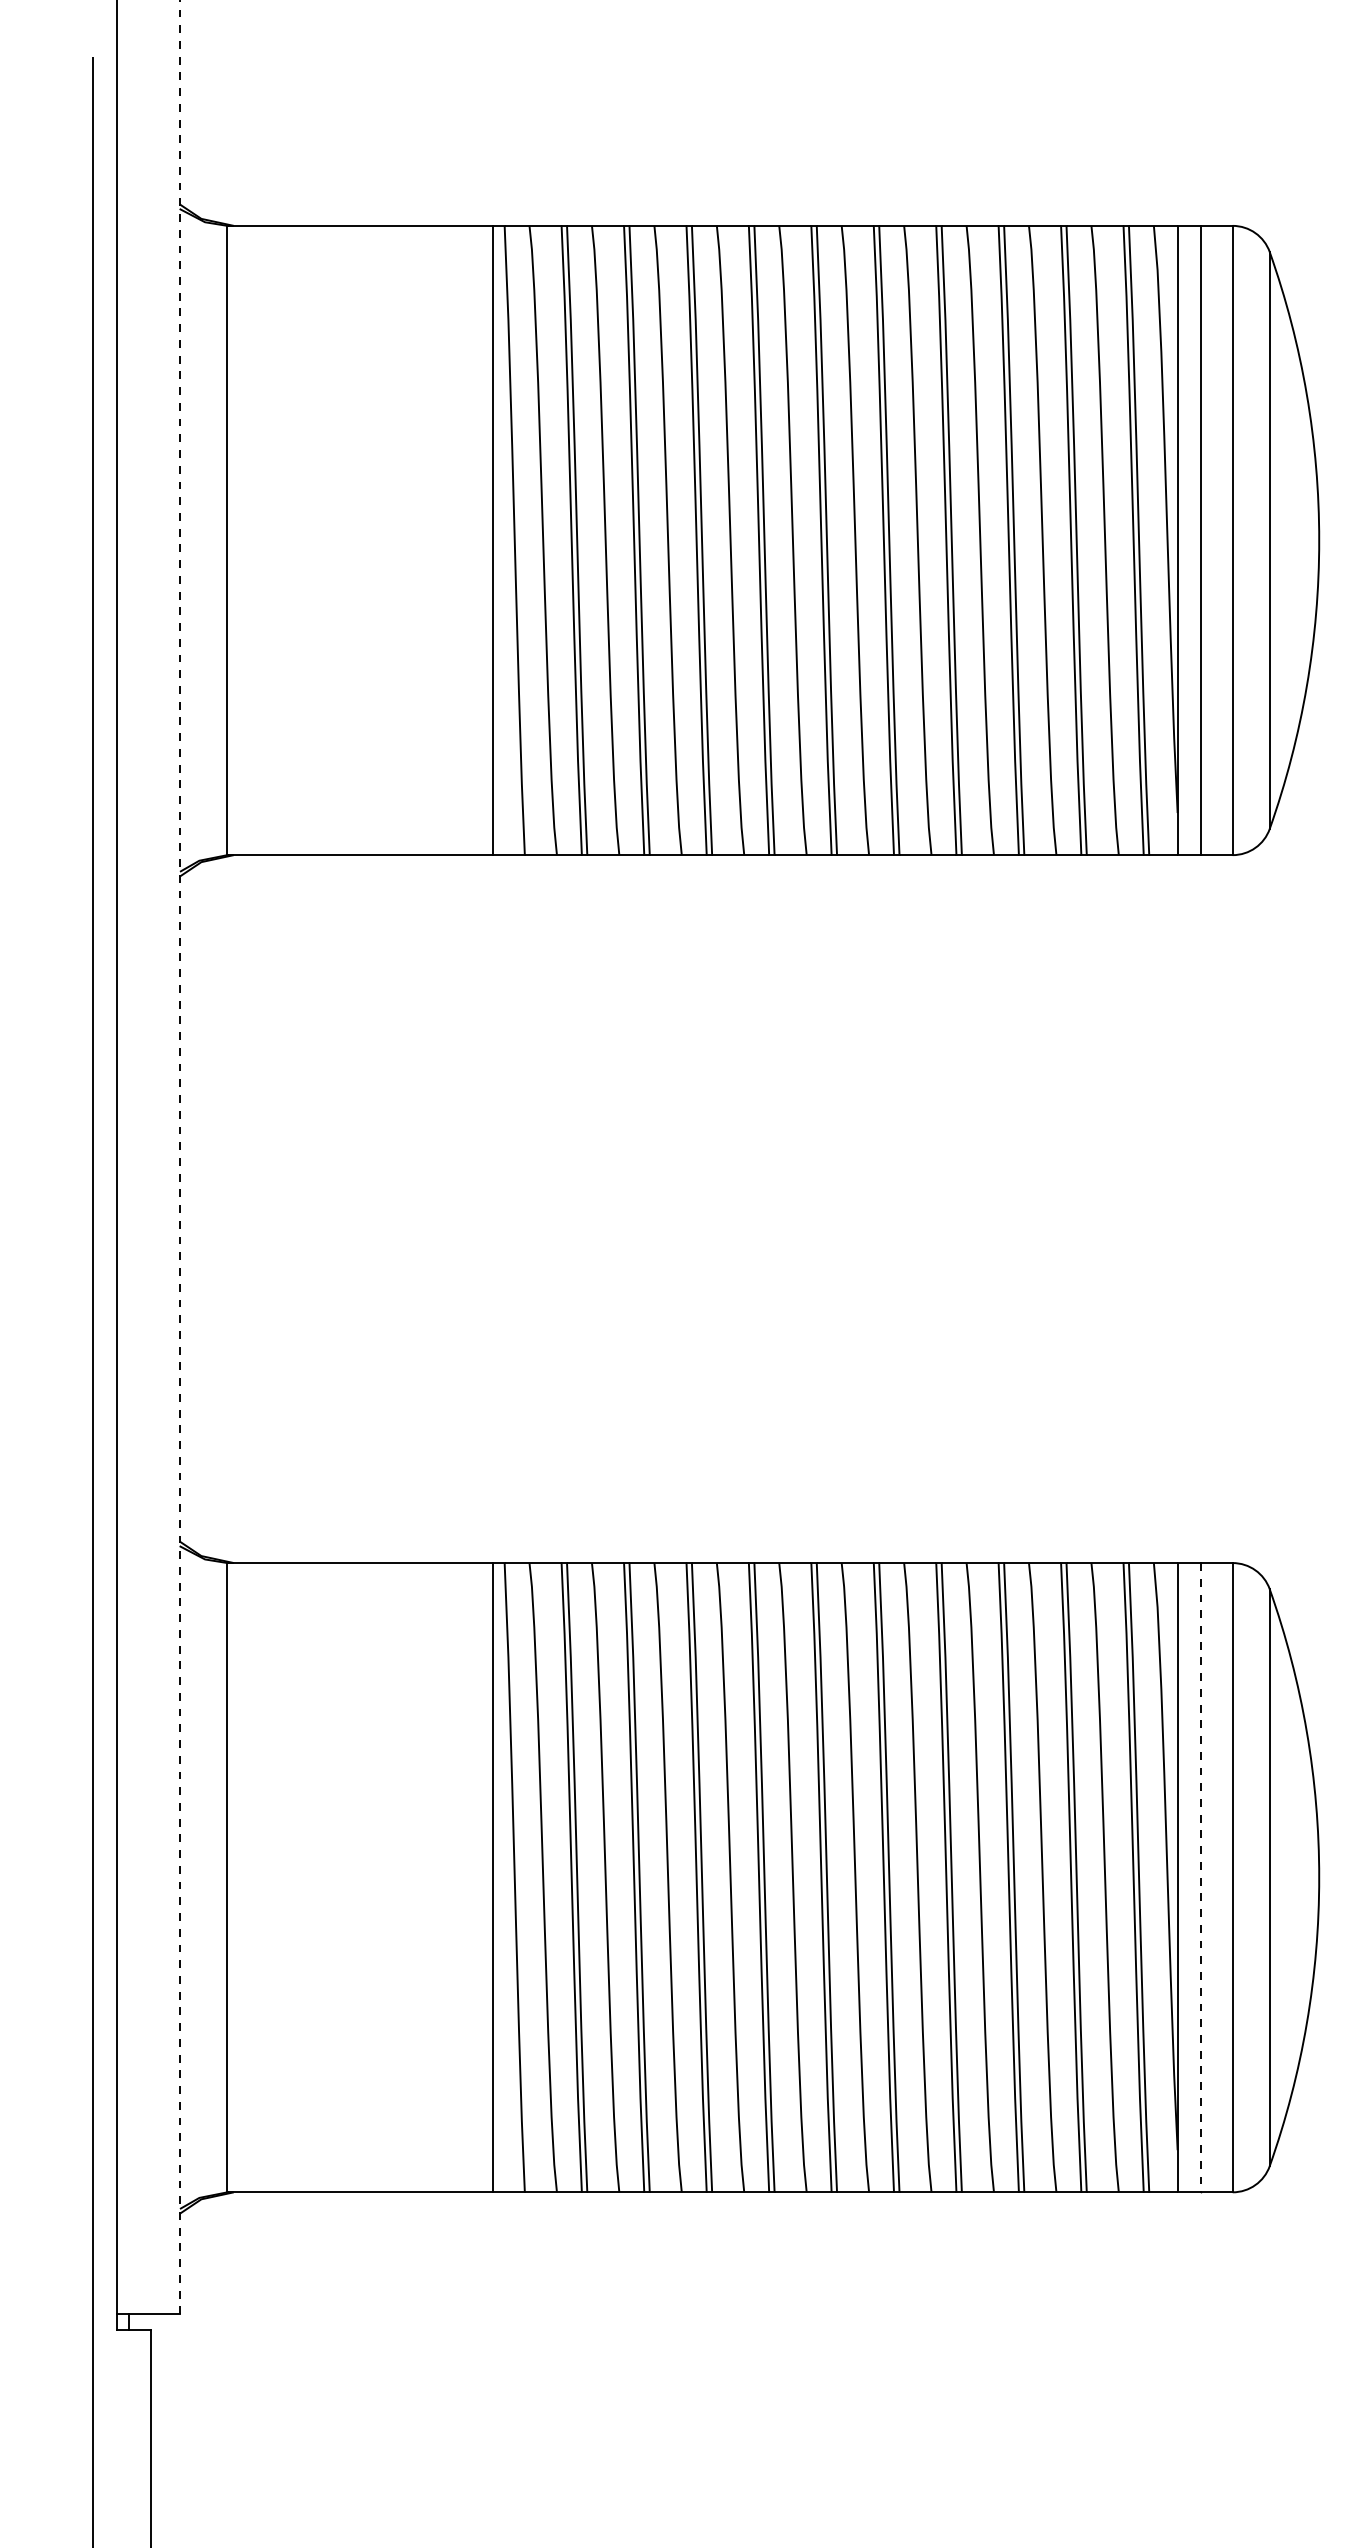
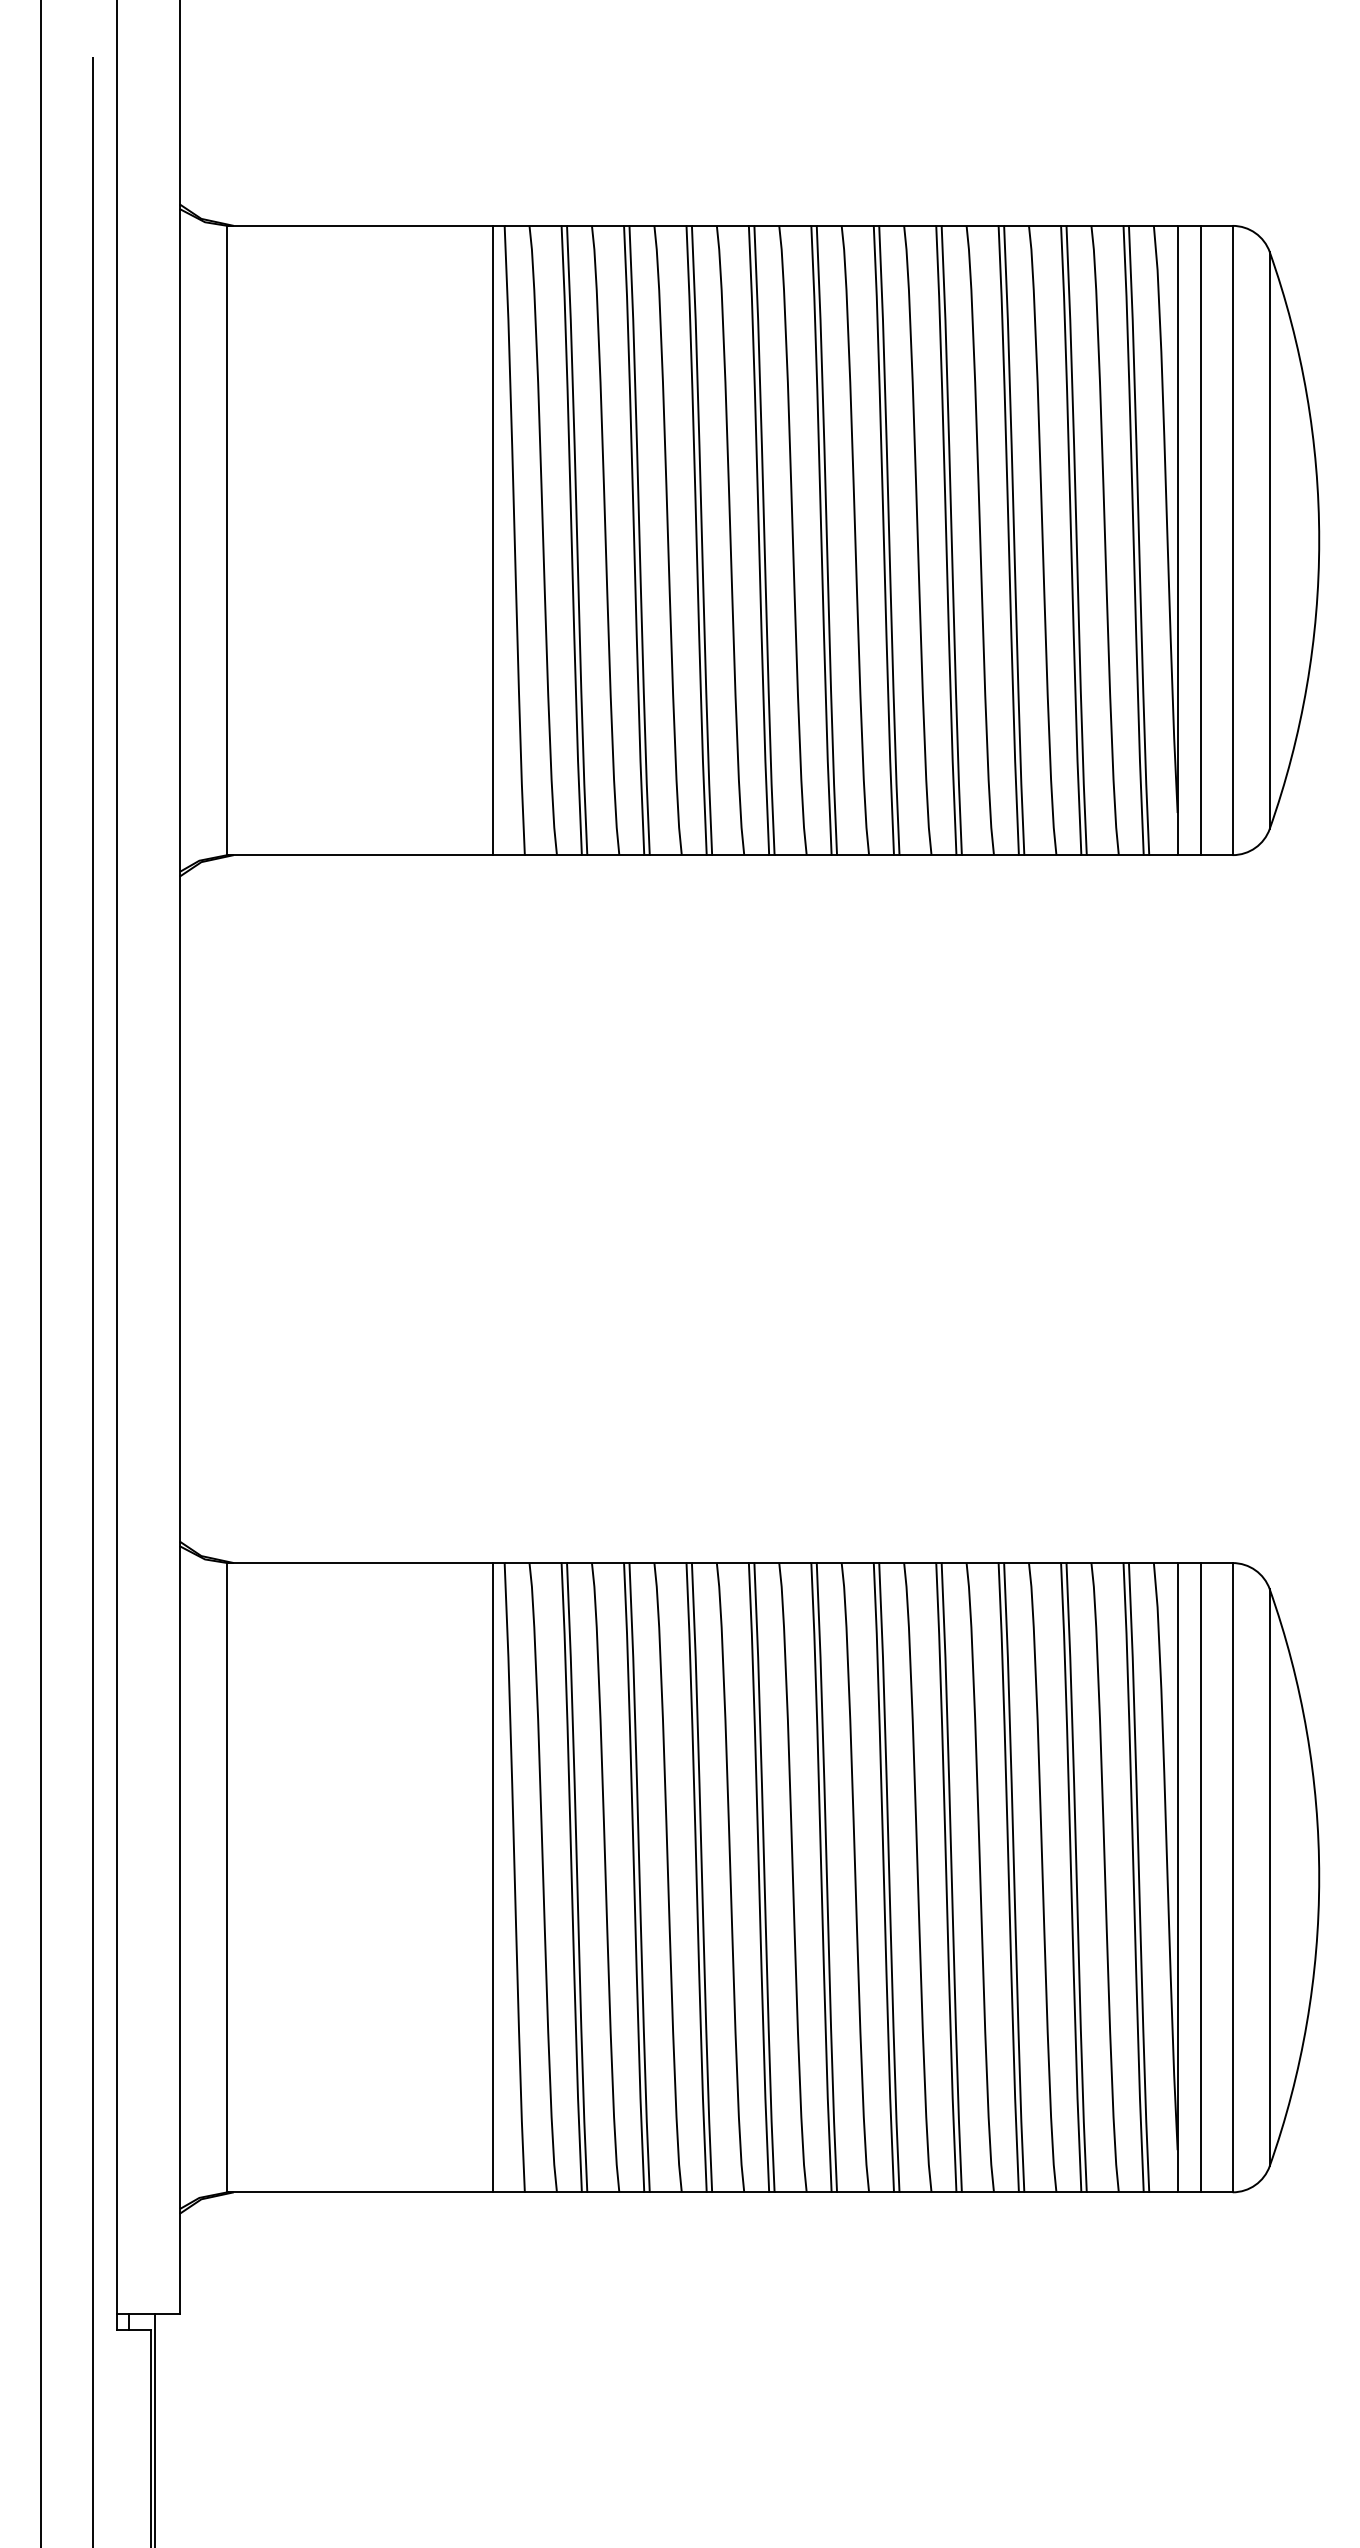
line at (180, 1157): dashed -> solid
line at (40, 1273): none -> present
line at (1201, 1877): dashed -> solid
line at (155, 2429): none -> present
